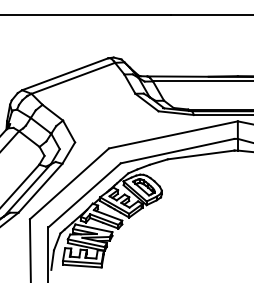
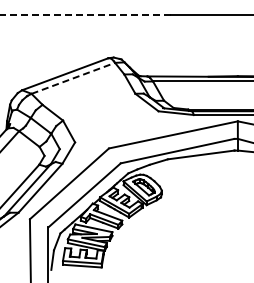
line at (86, 14): solid -> dashed
line at (73, 78): solid -> dashed
